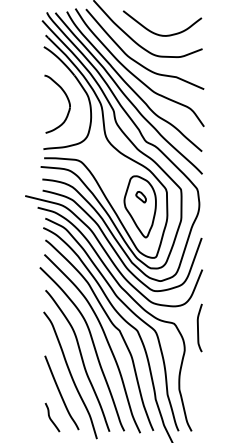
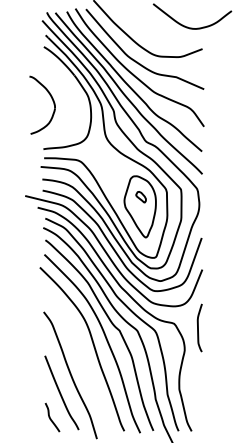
curve at (162, 34) position: (162, 34) -> (192, 27)
part at (66, 98) position: (66, 98) -> (51, 99)
curve at (81, 360): present -> none
